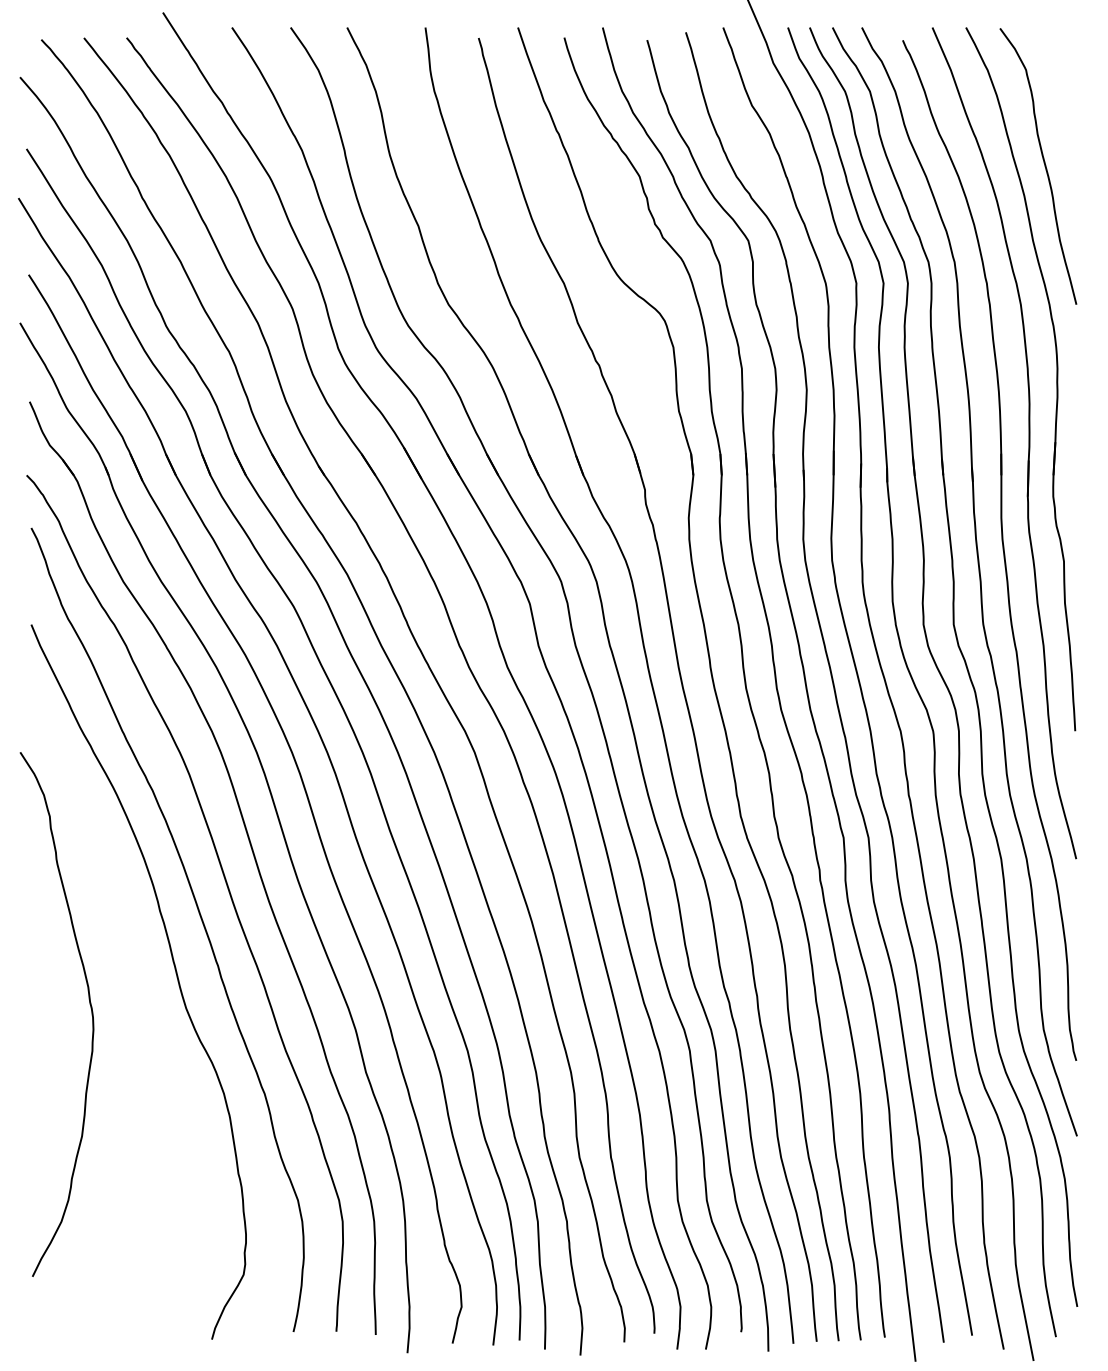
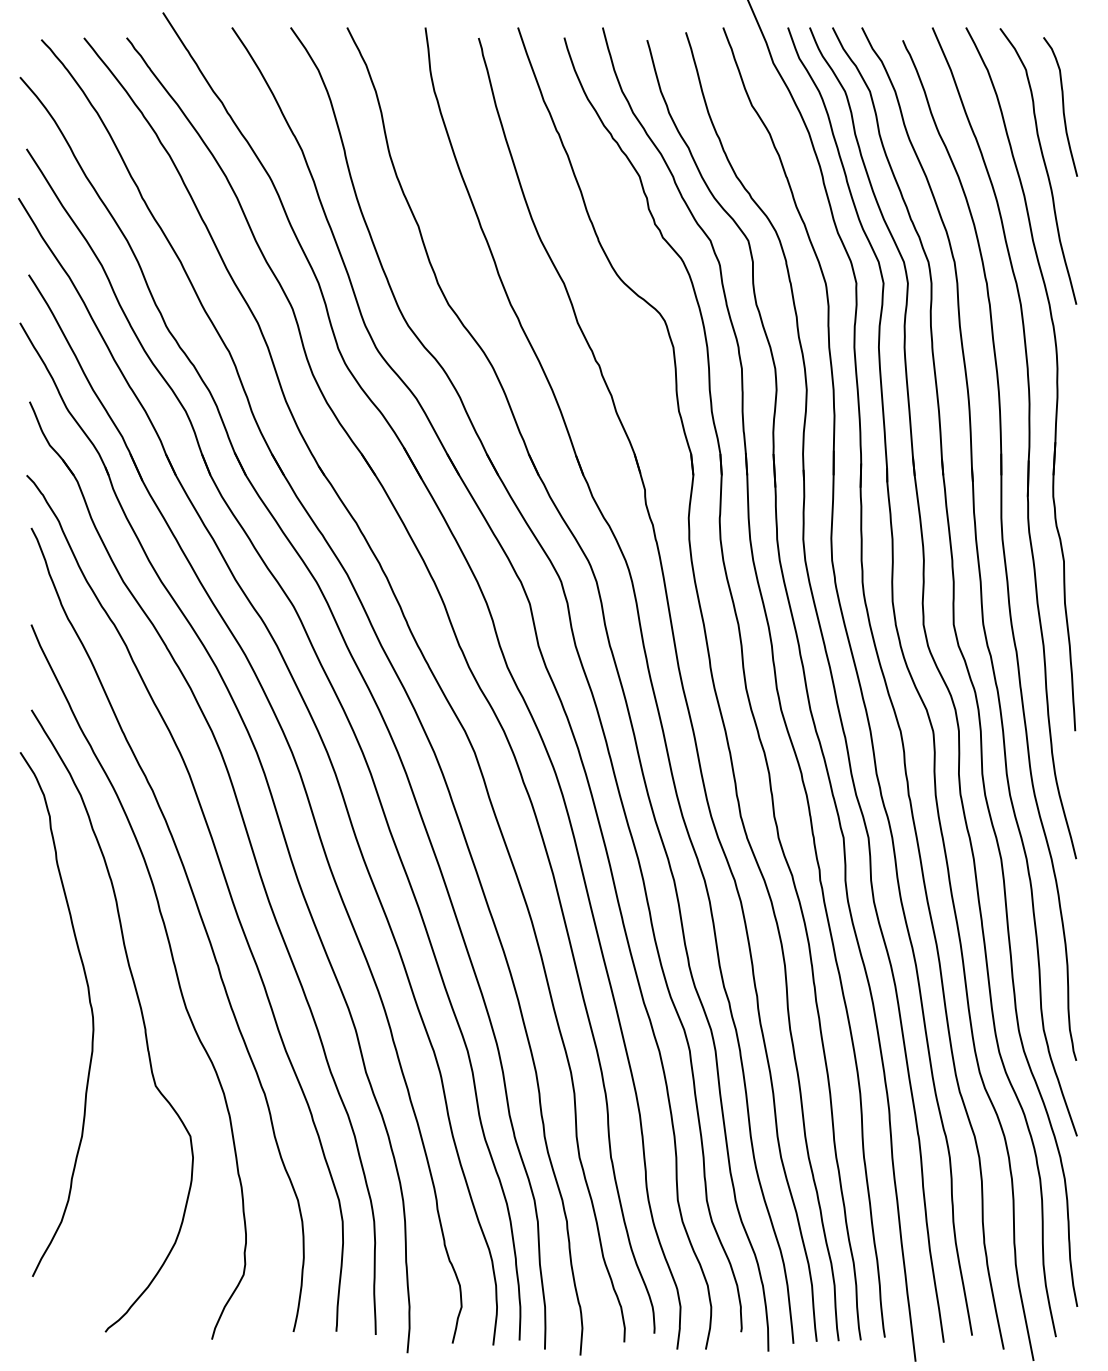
curve at (1062, 106): none -> present
curve at (141, 1016): none -> present
